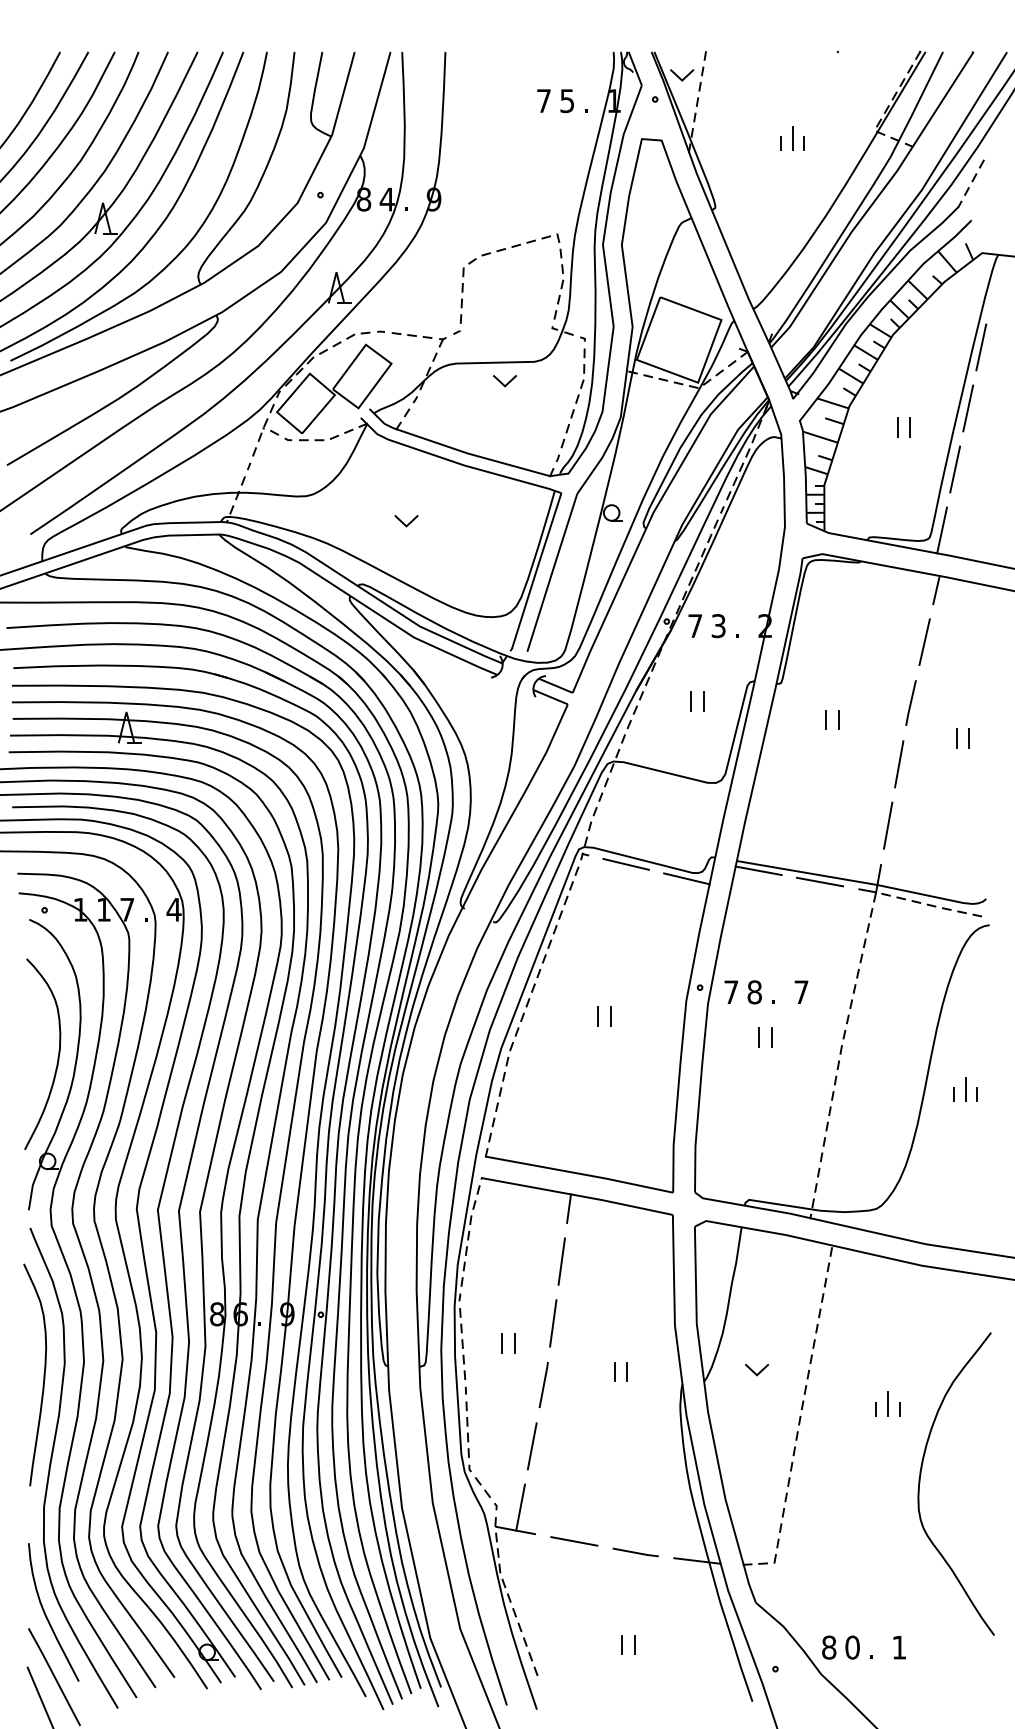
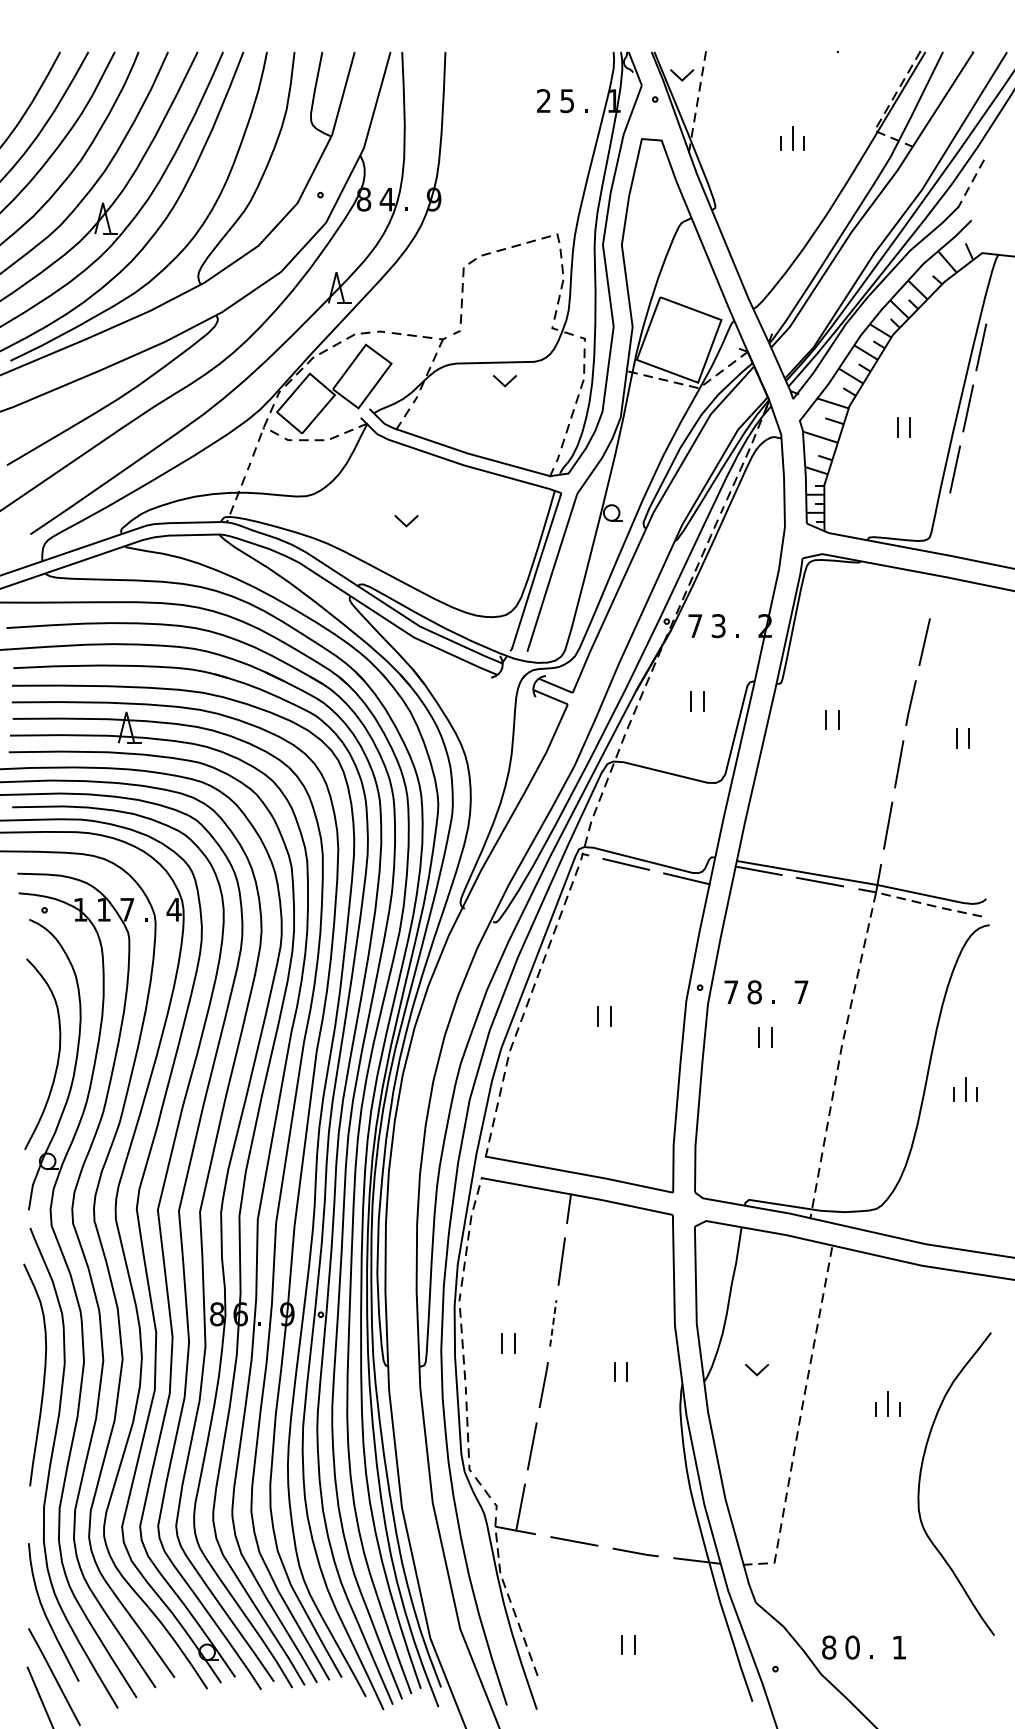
text at (543, 100): 7 -> 2
line at (941, 530): present -> none
line at (936, 590): present -> none
line at (553, 1322): solid -> dashed
